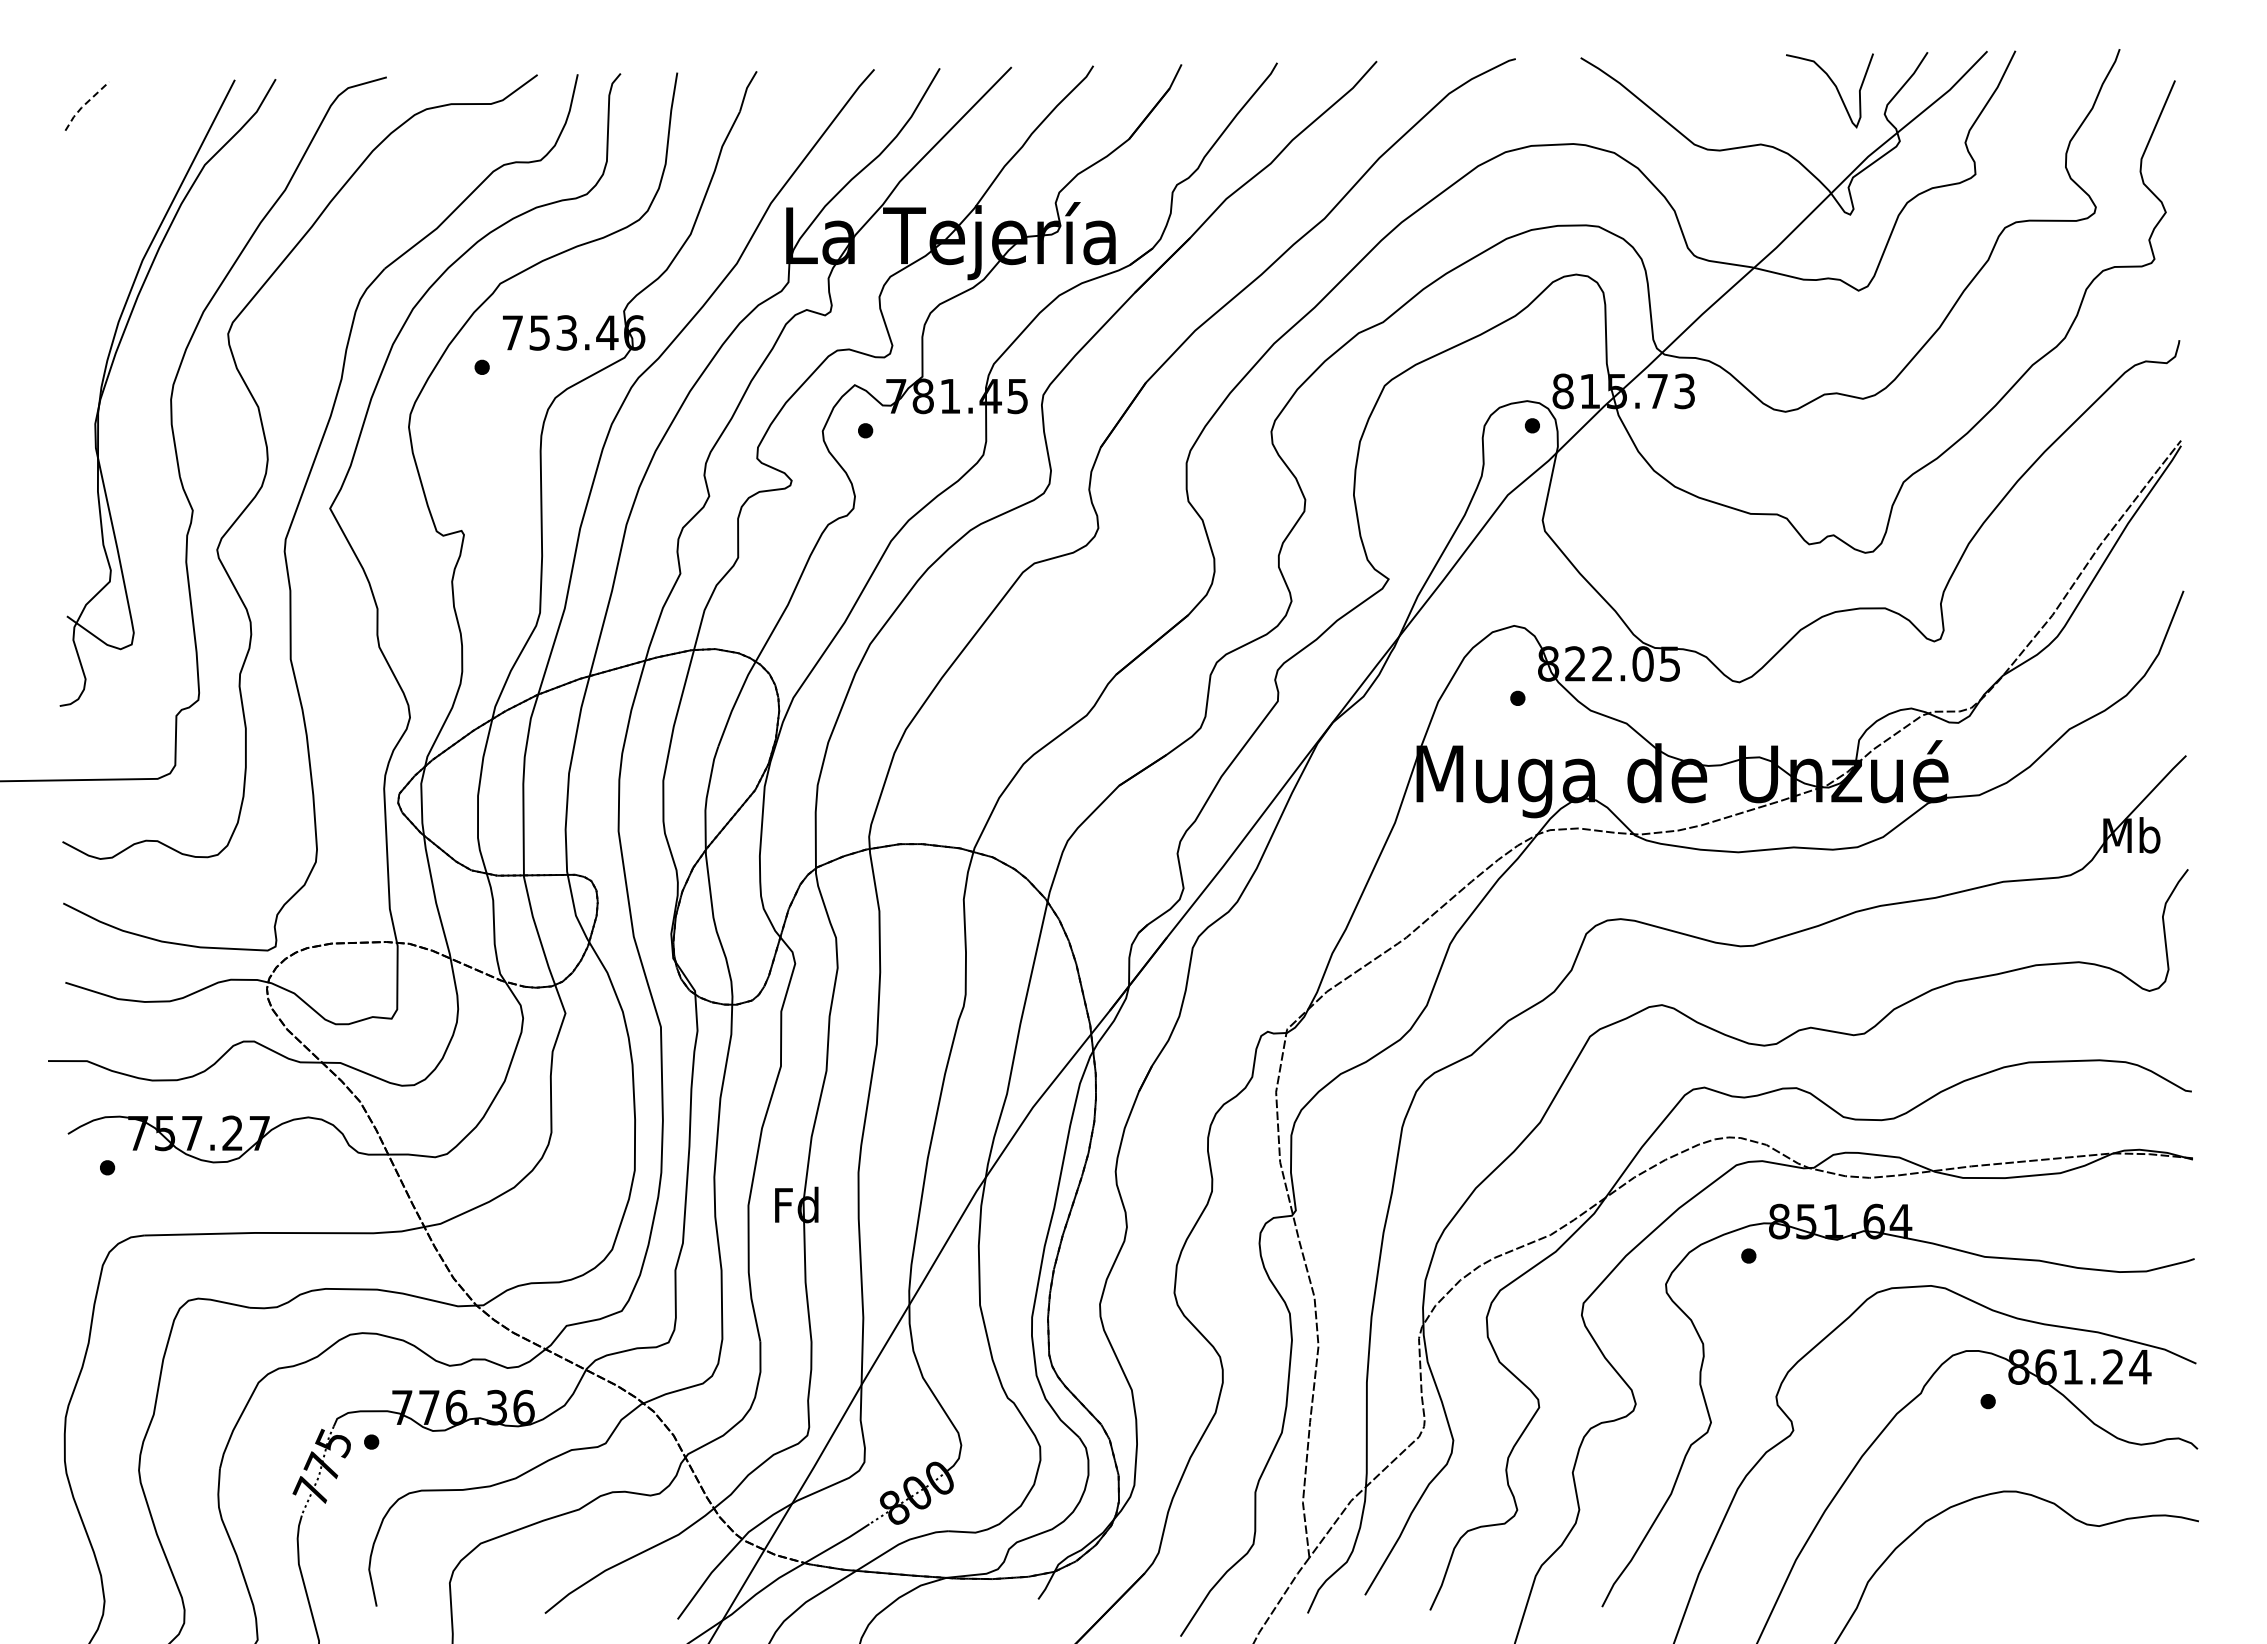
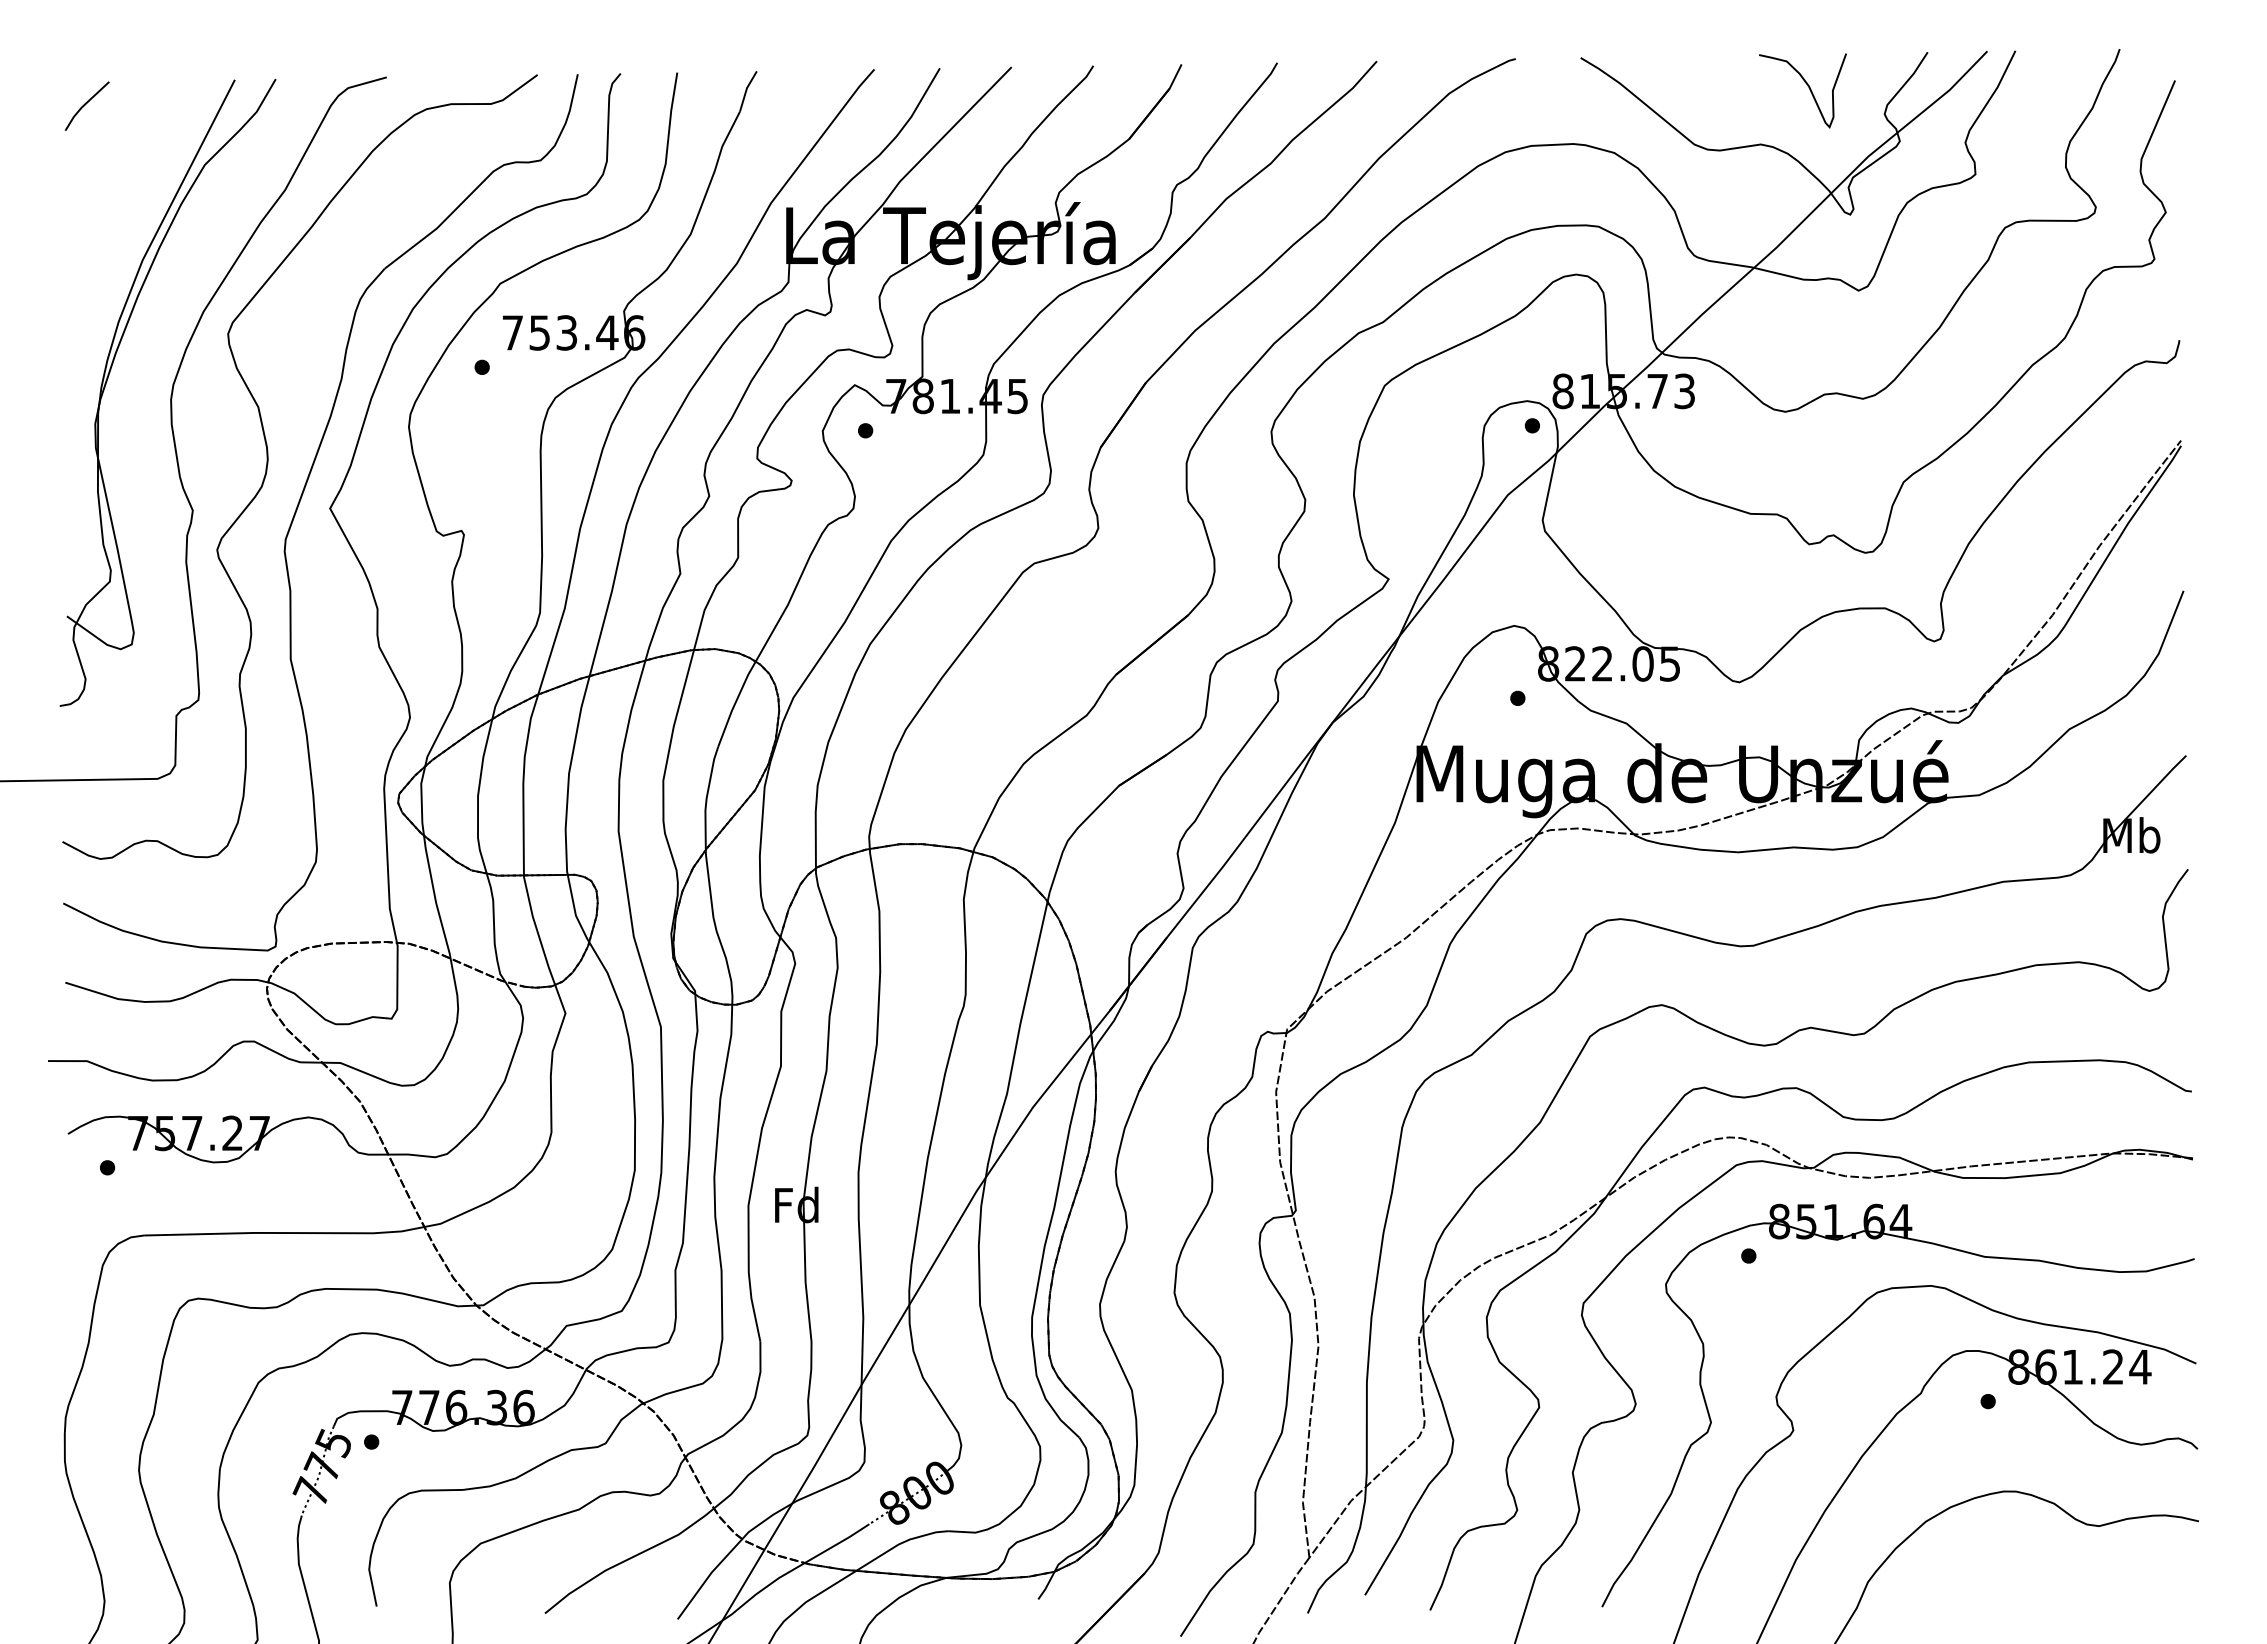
curve at (1834, 86) position: (1834, 86) -> (1807, 86)
line at (83, 105): dashed -> solid
